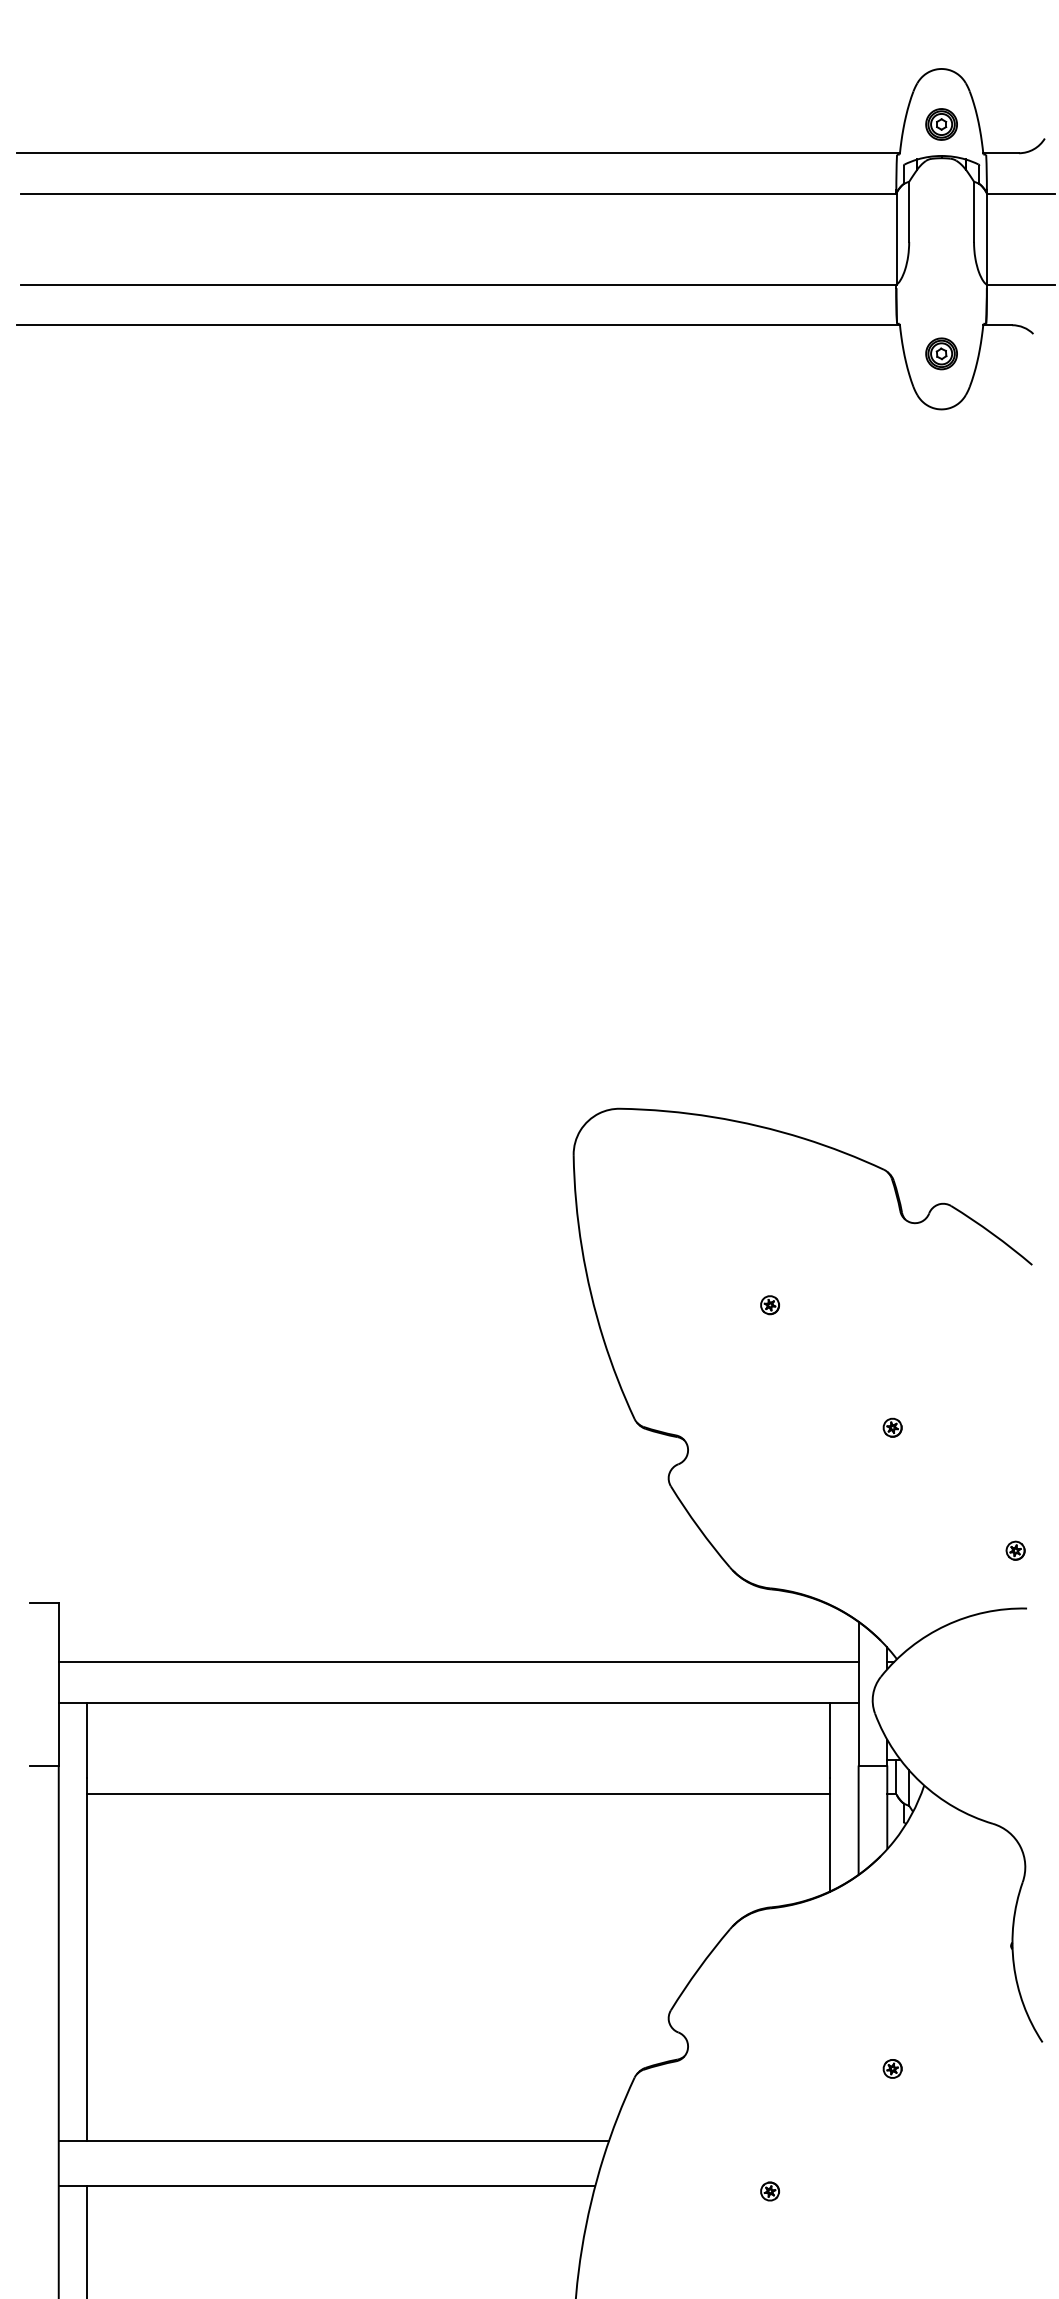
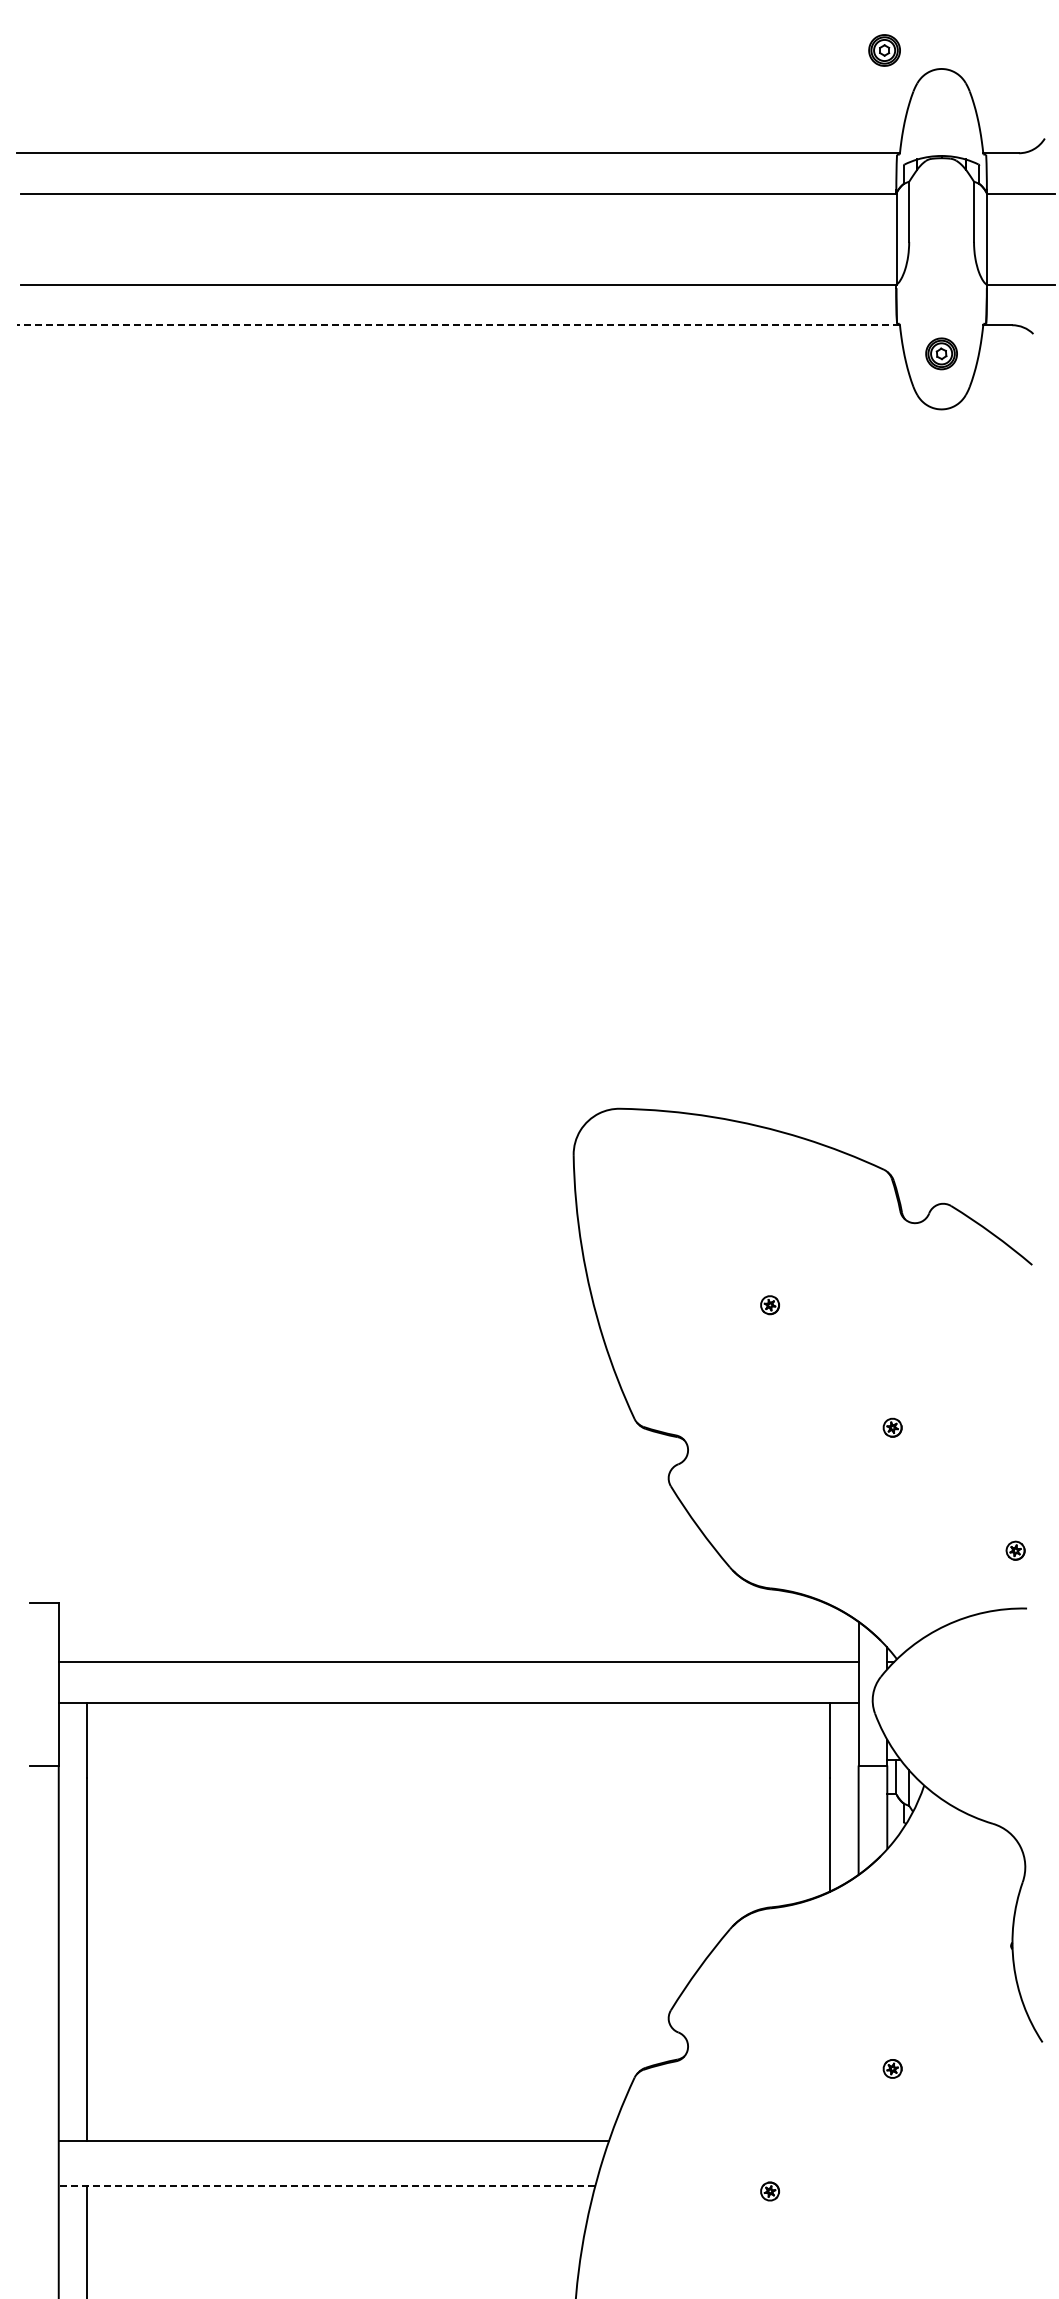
part at (941, 124) position: (941, 124) -> (884, 50)
line at (458, 325): solid -> dashed
line at (458, 1793): present -> none
line at (326, 2186): solid -> dashed
